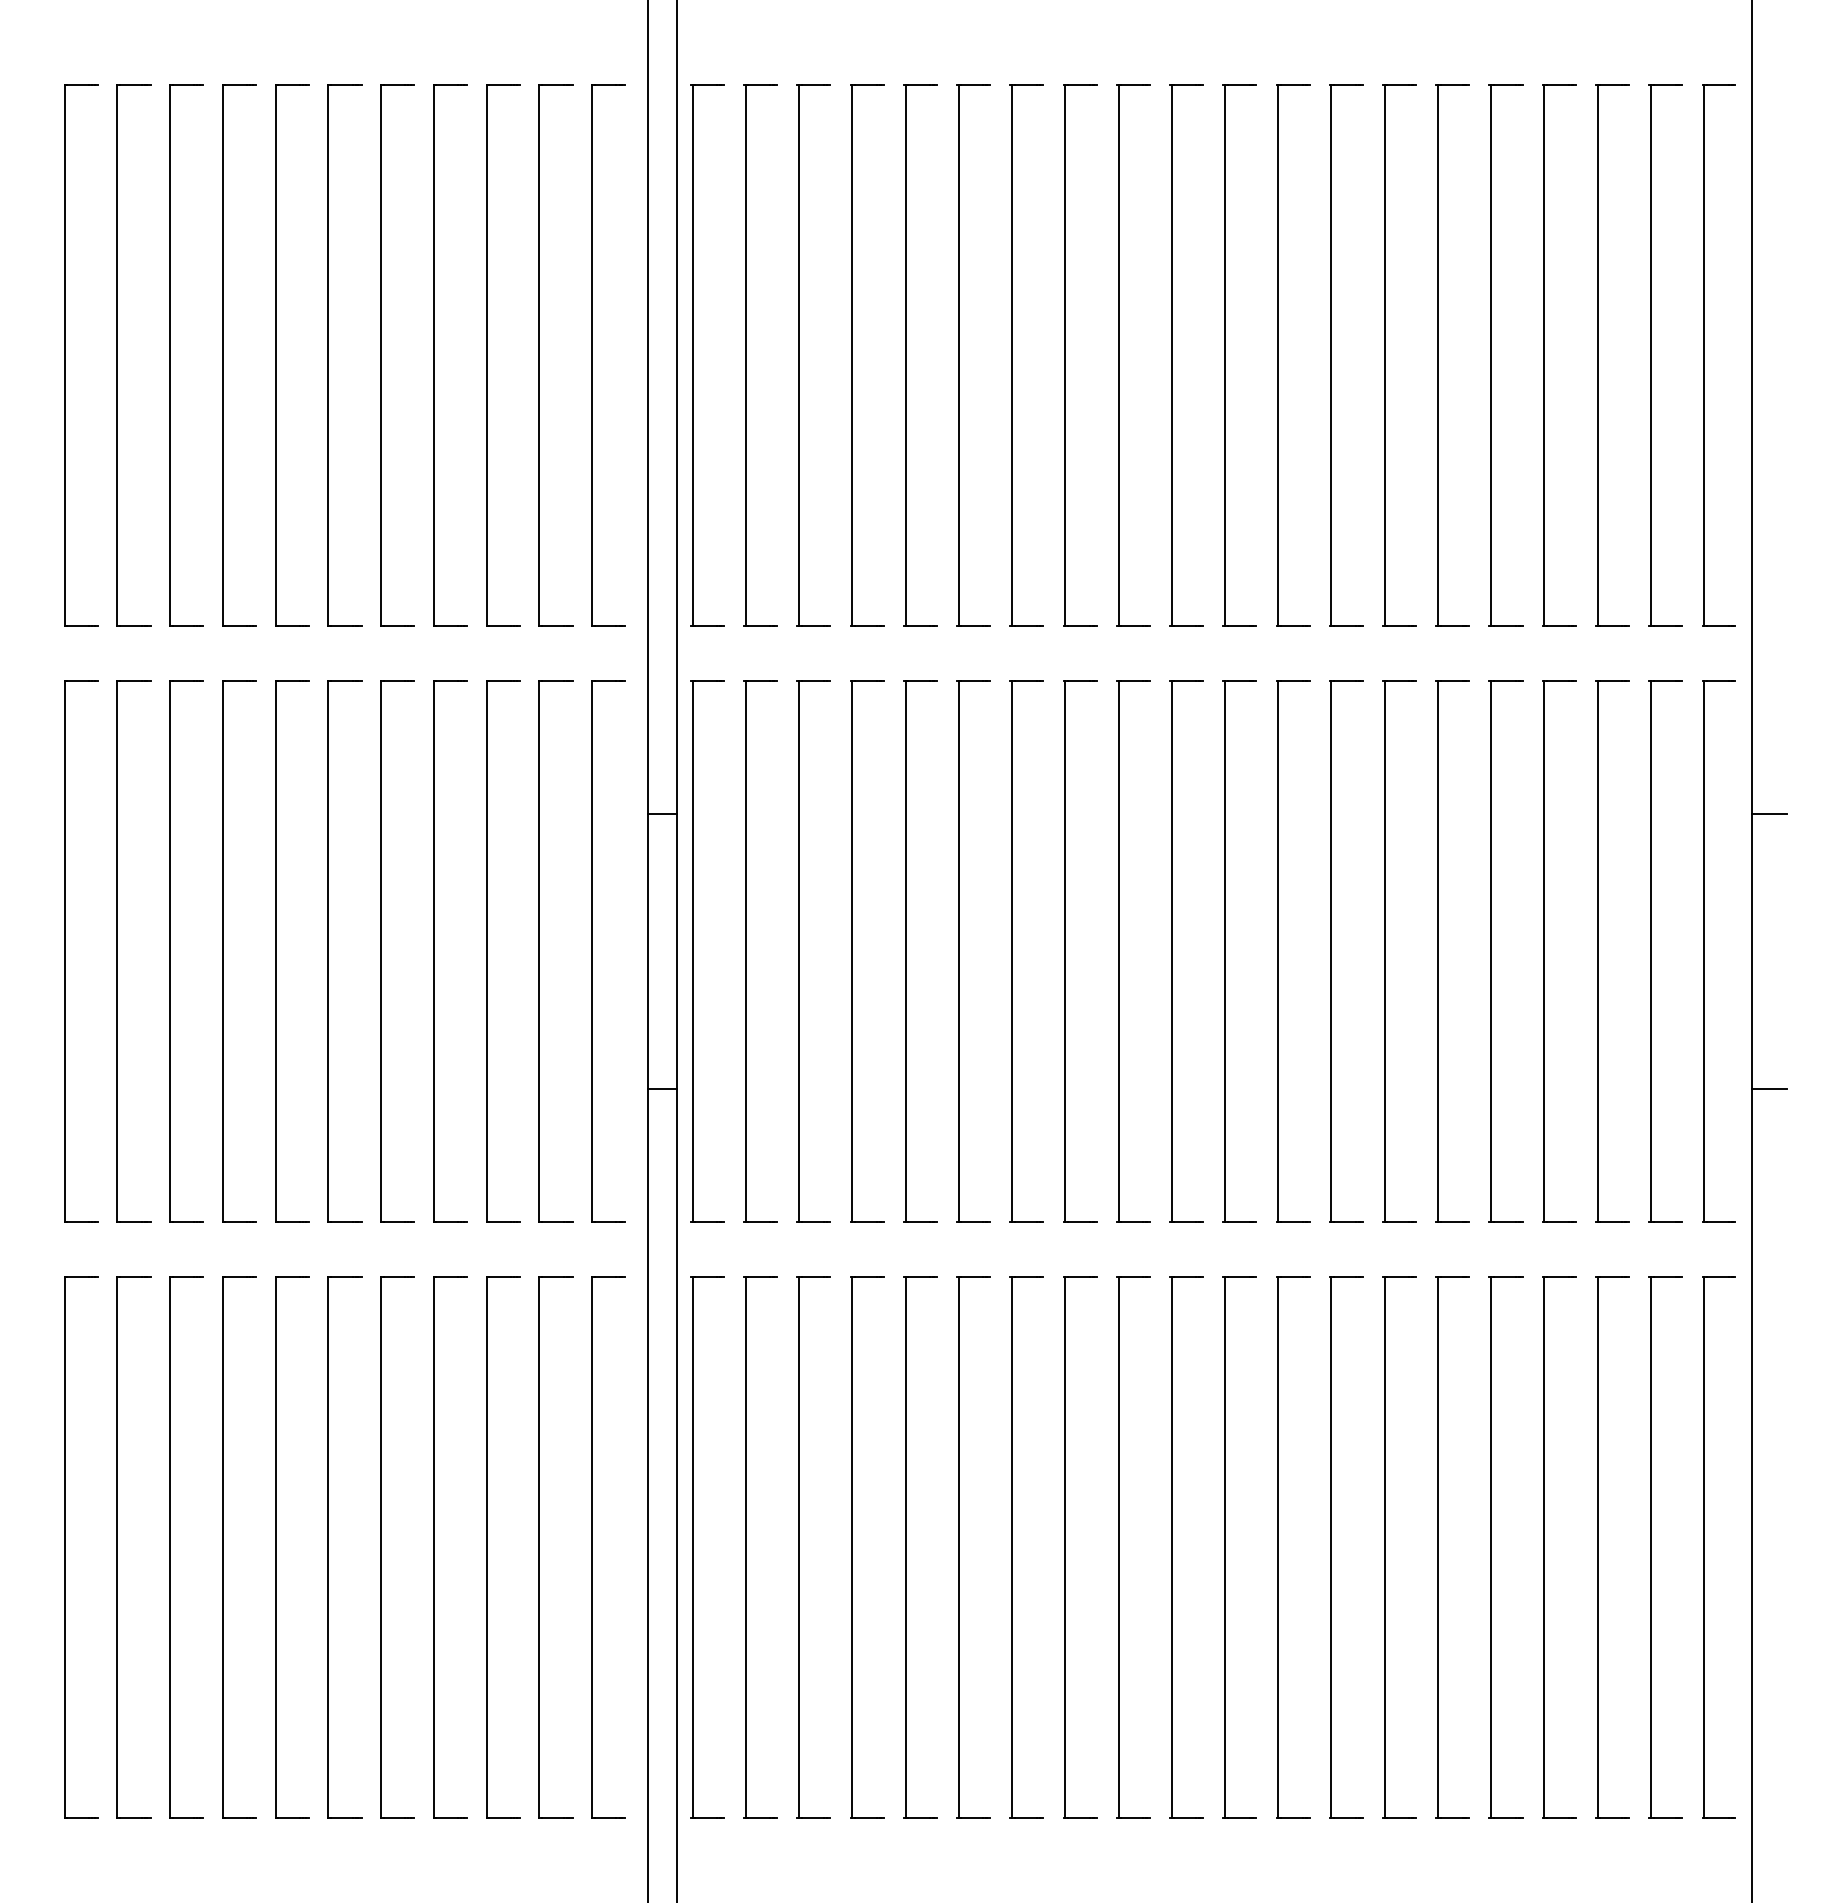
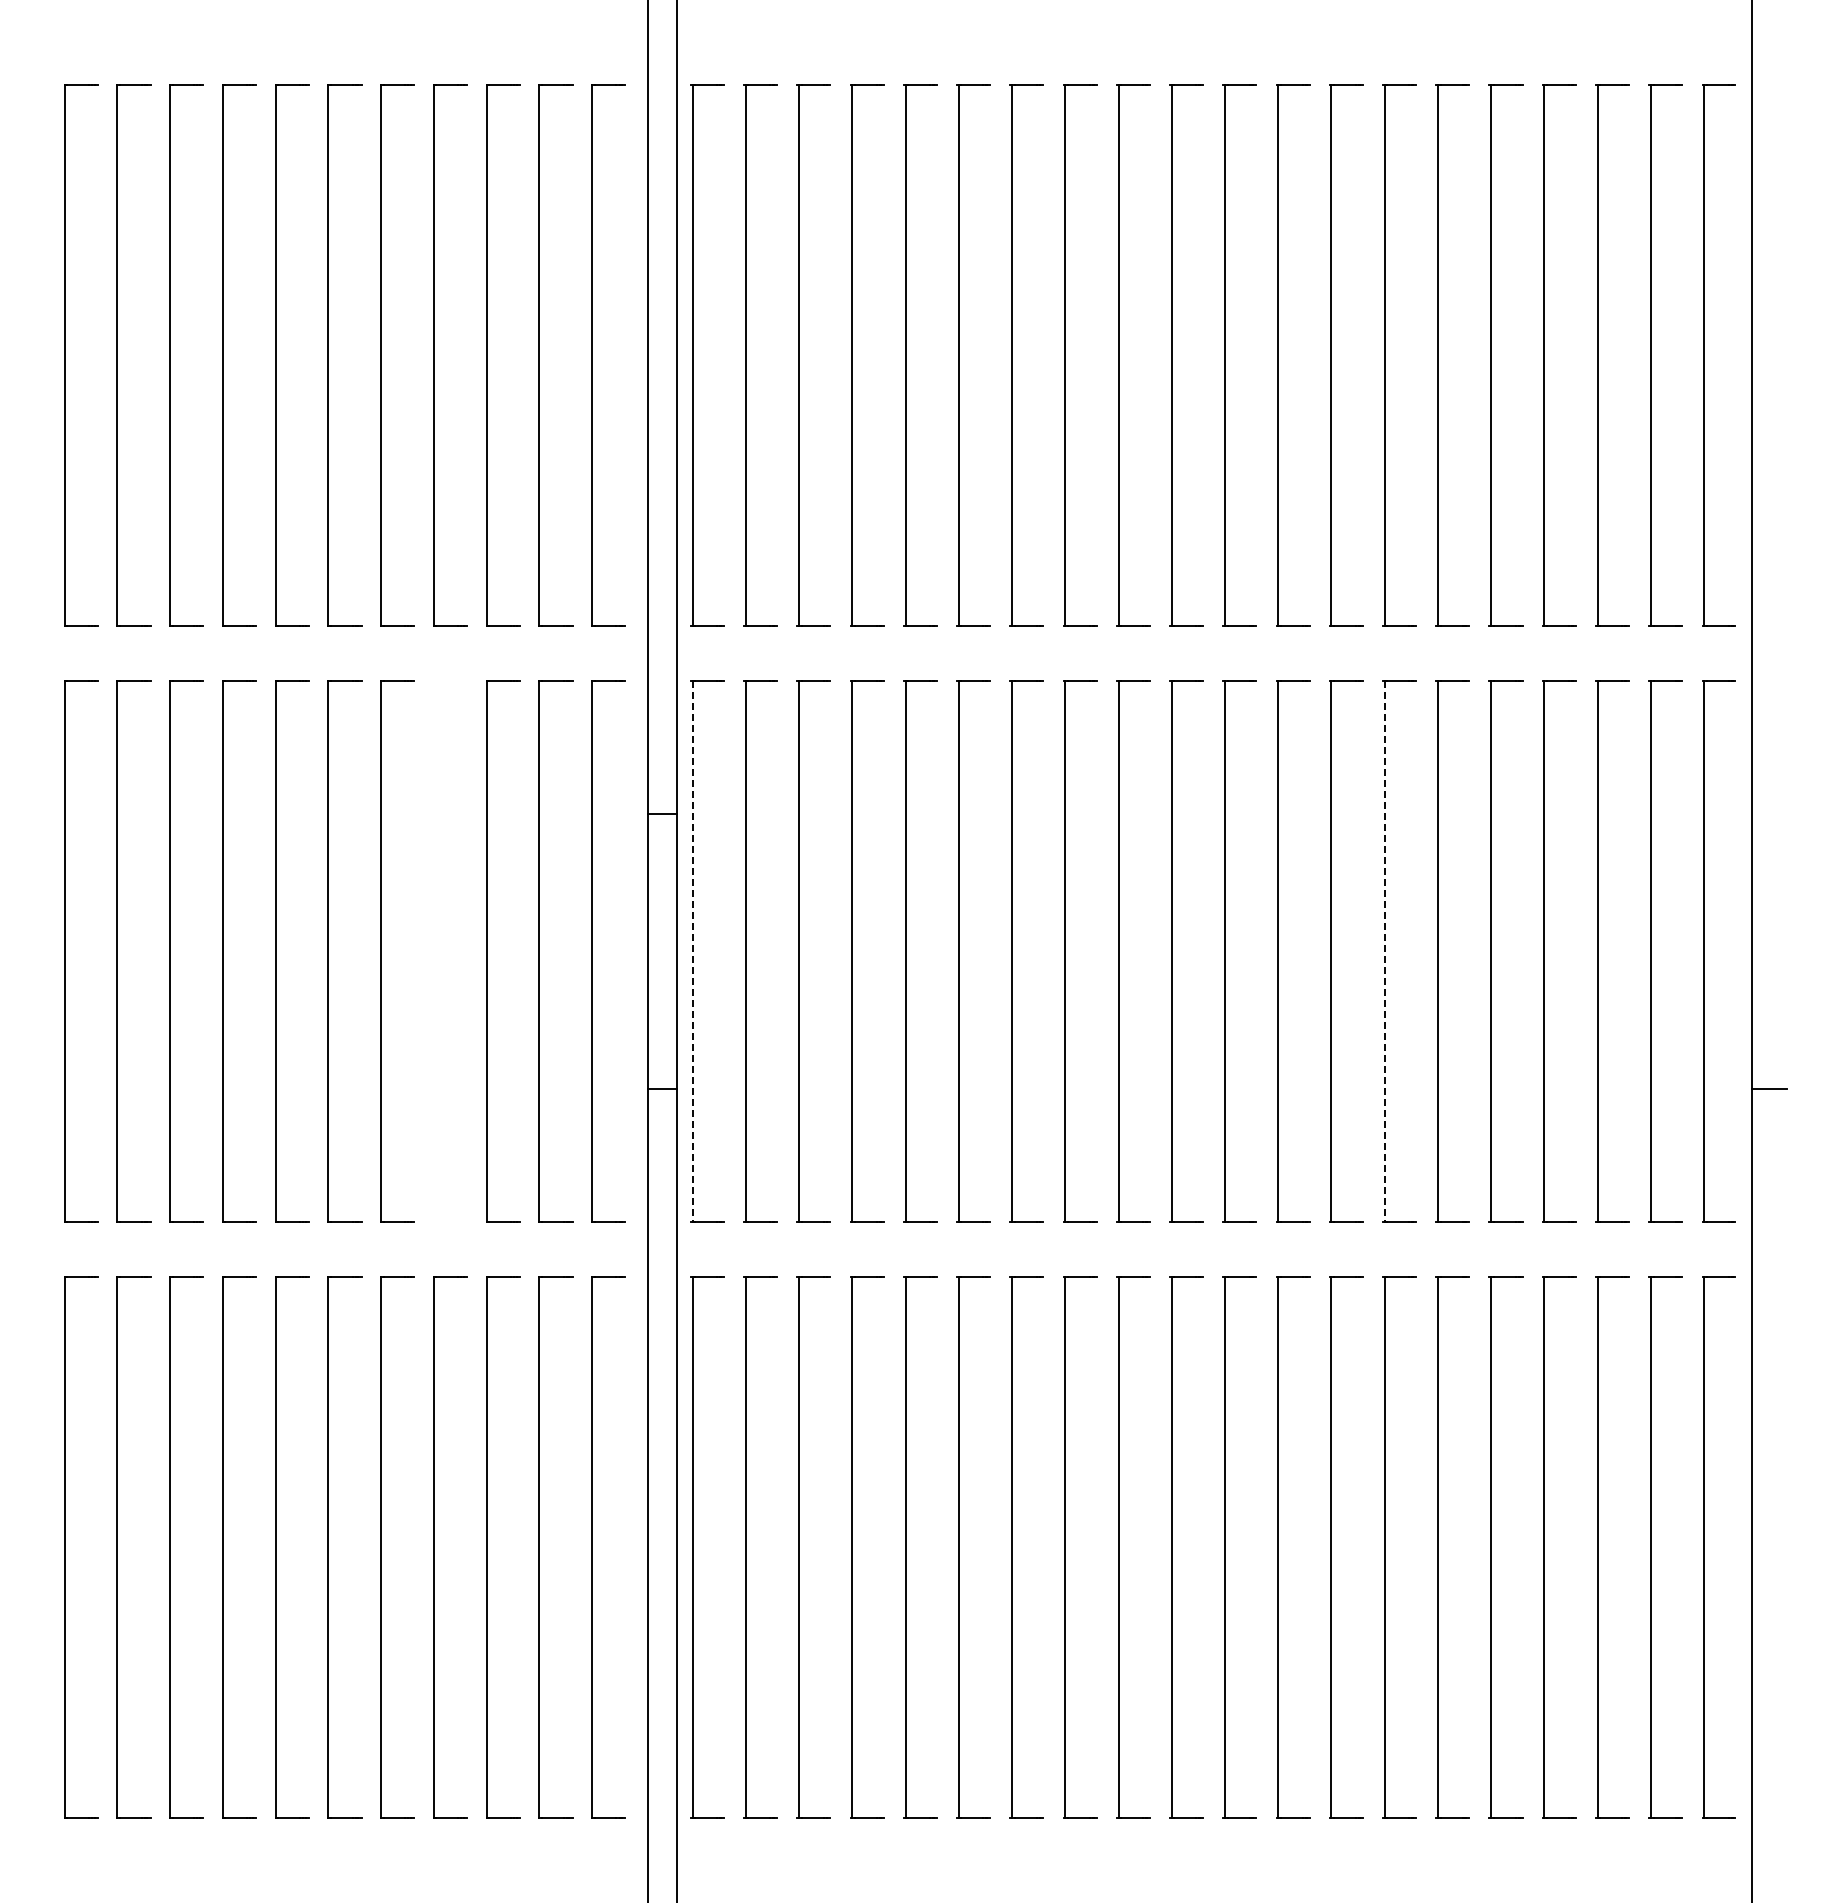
line at (1769, 813): present -> none
part at (434, 951): present -> none
line at (692, 951): solid -> dashed
line at (1384, 951): solid -> dashed
